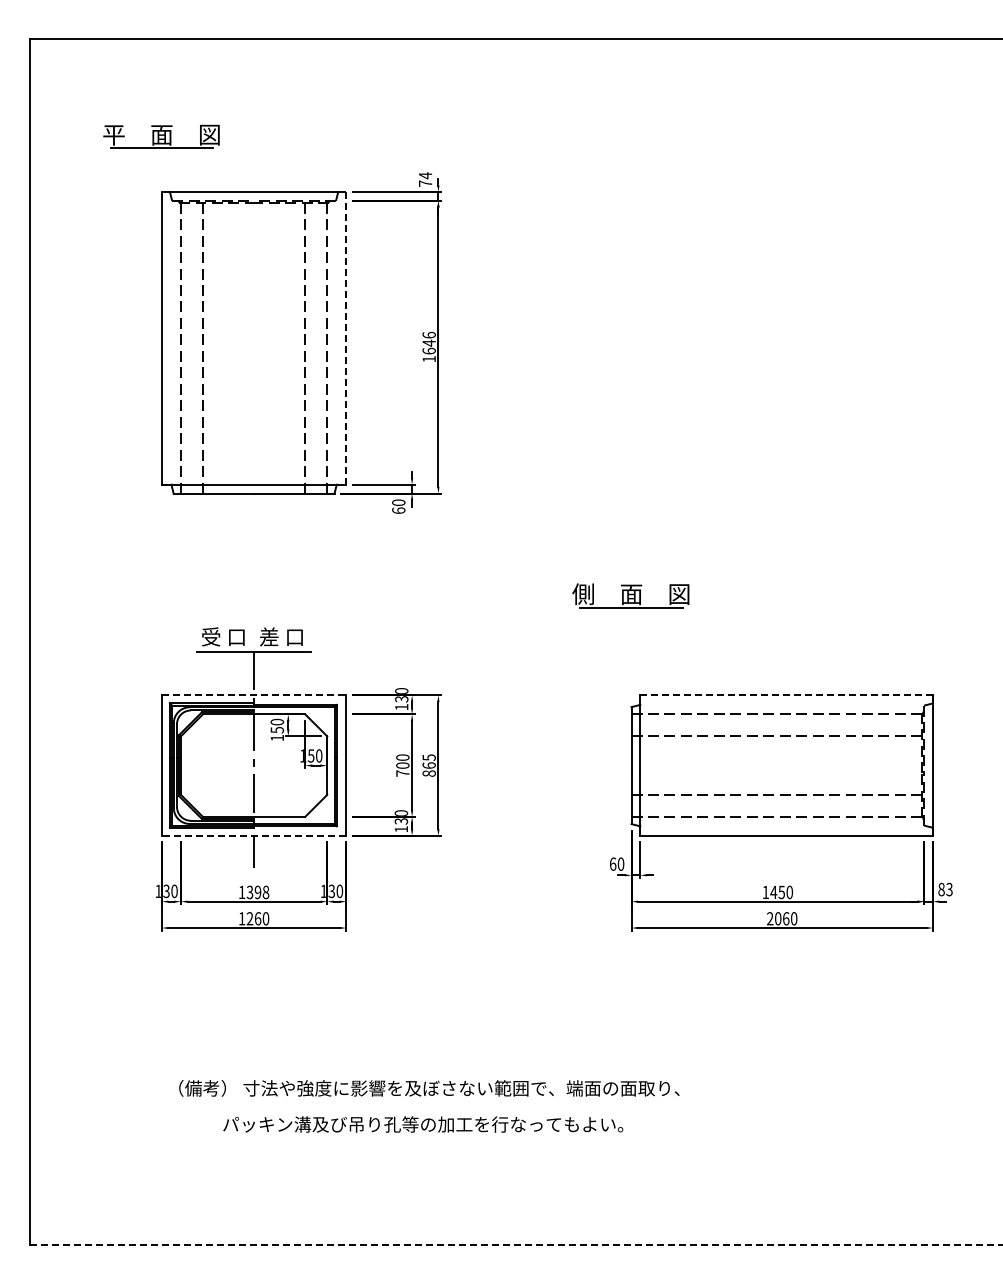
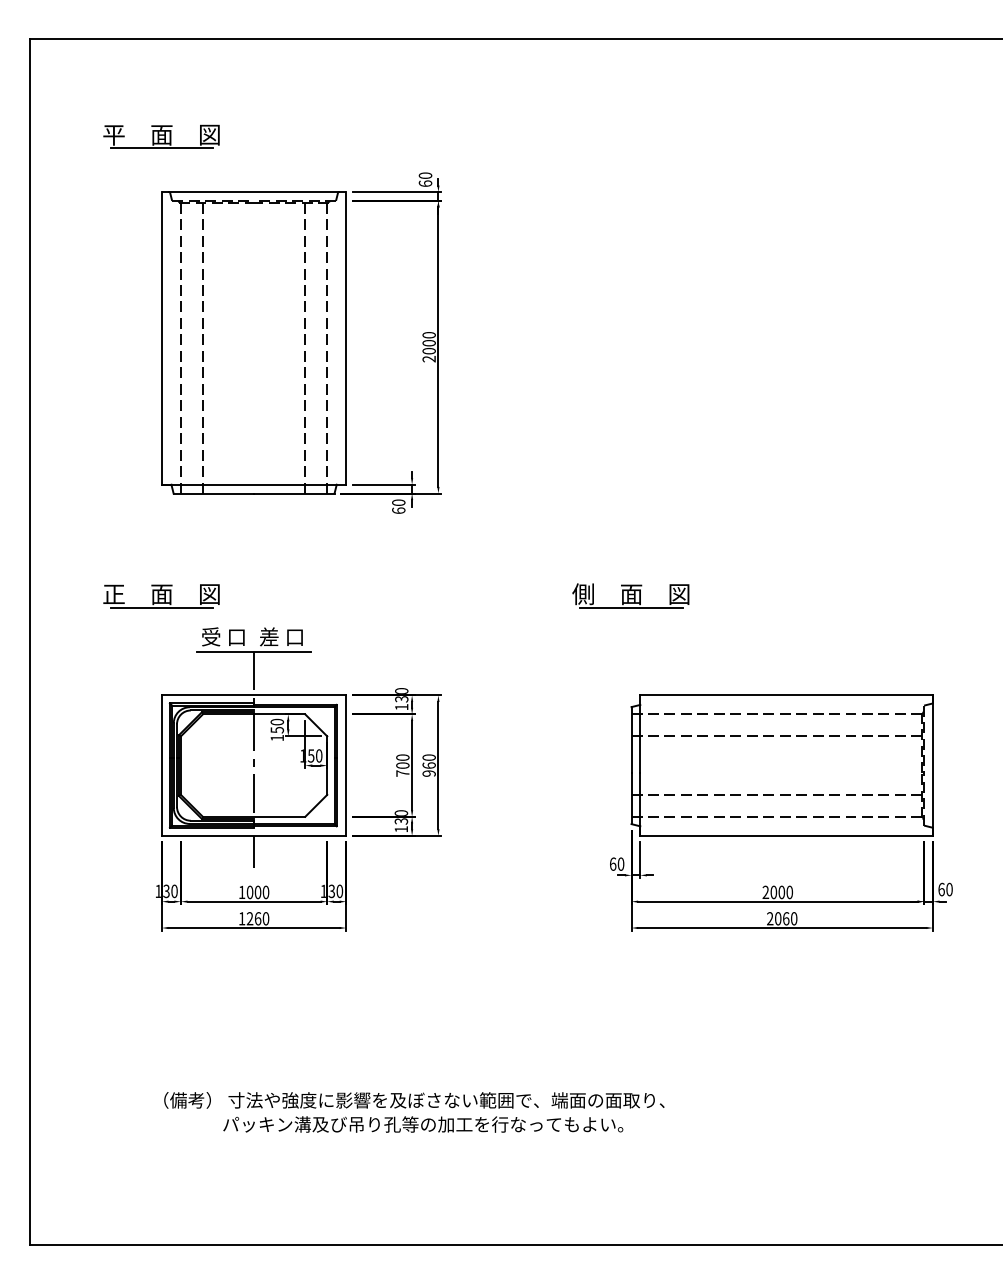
text at (425, 179): 74 -> 60
line at (346, 337): dashed -> solid
text at (428, 346): 1646 -> 2000
part at (161, 596): none -> present
line at (254, 695): dashed -> solid
line at (787, 695): dashed -> solid
text at (428, 765): 865 -> 960
line at (253, 835): dashed -> solid
text at (945, 889): 83 -> 60
text at (257, 892): 1398 -> 1000
text at (773, 892): 1450 -> 2000
text at (429, 1088) position: (429, 1088) -> (414, 1100)
line at (517, 1245): dashed -> solid
